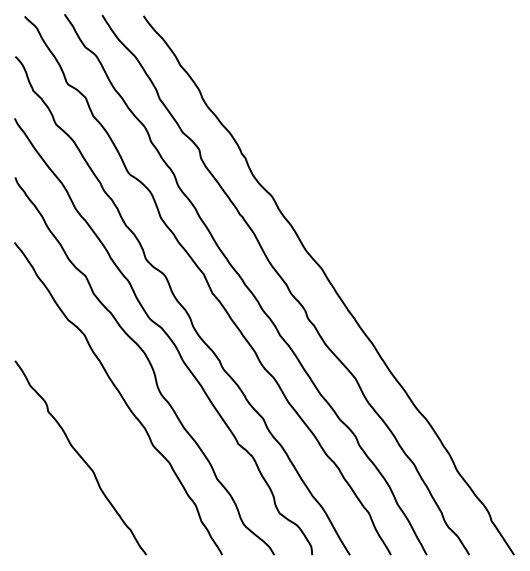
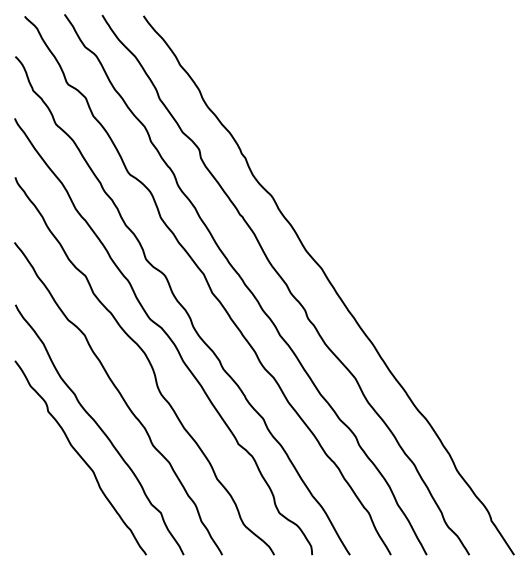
curve at (99, 428): none -> present
